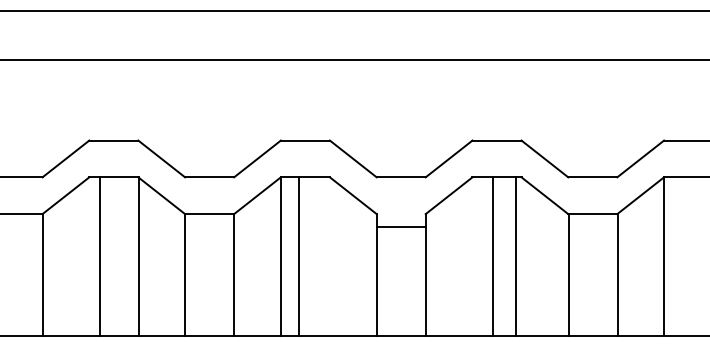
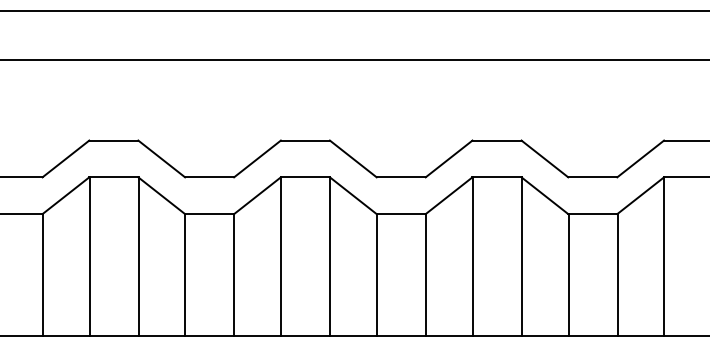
line at (400, 227) position: (400, 227) -> (400, 214)
line at (99, 256) position: (99, 256) -> (89, 256)
line at (299, 256) position: (299, 256) -> (330, 256)
line at (492, 256) position: (492, 256) -> (472, 256)
line at (515, 256) position: (515, 256) -> (521, 256)
